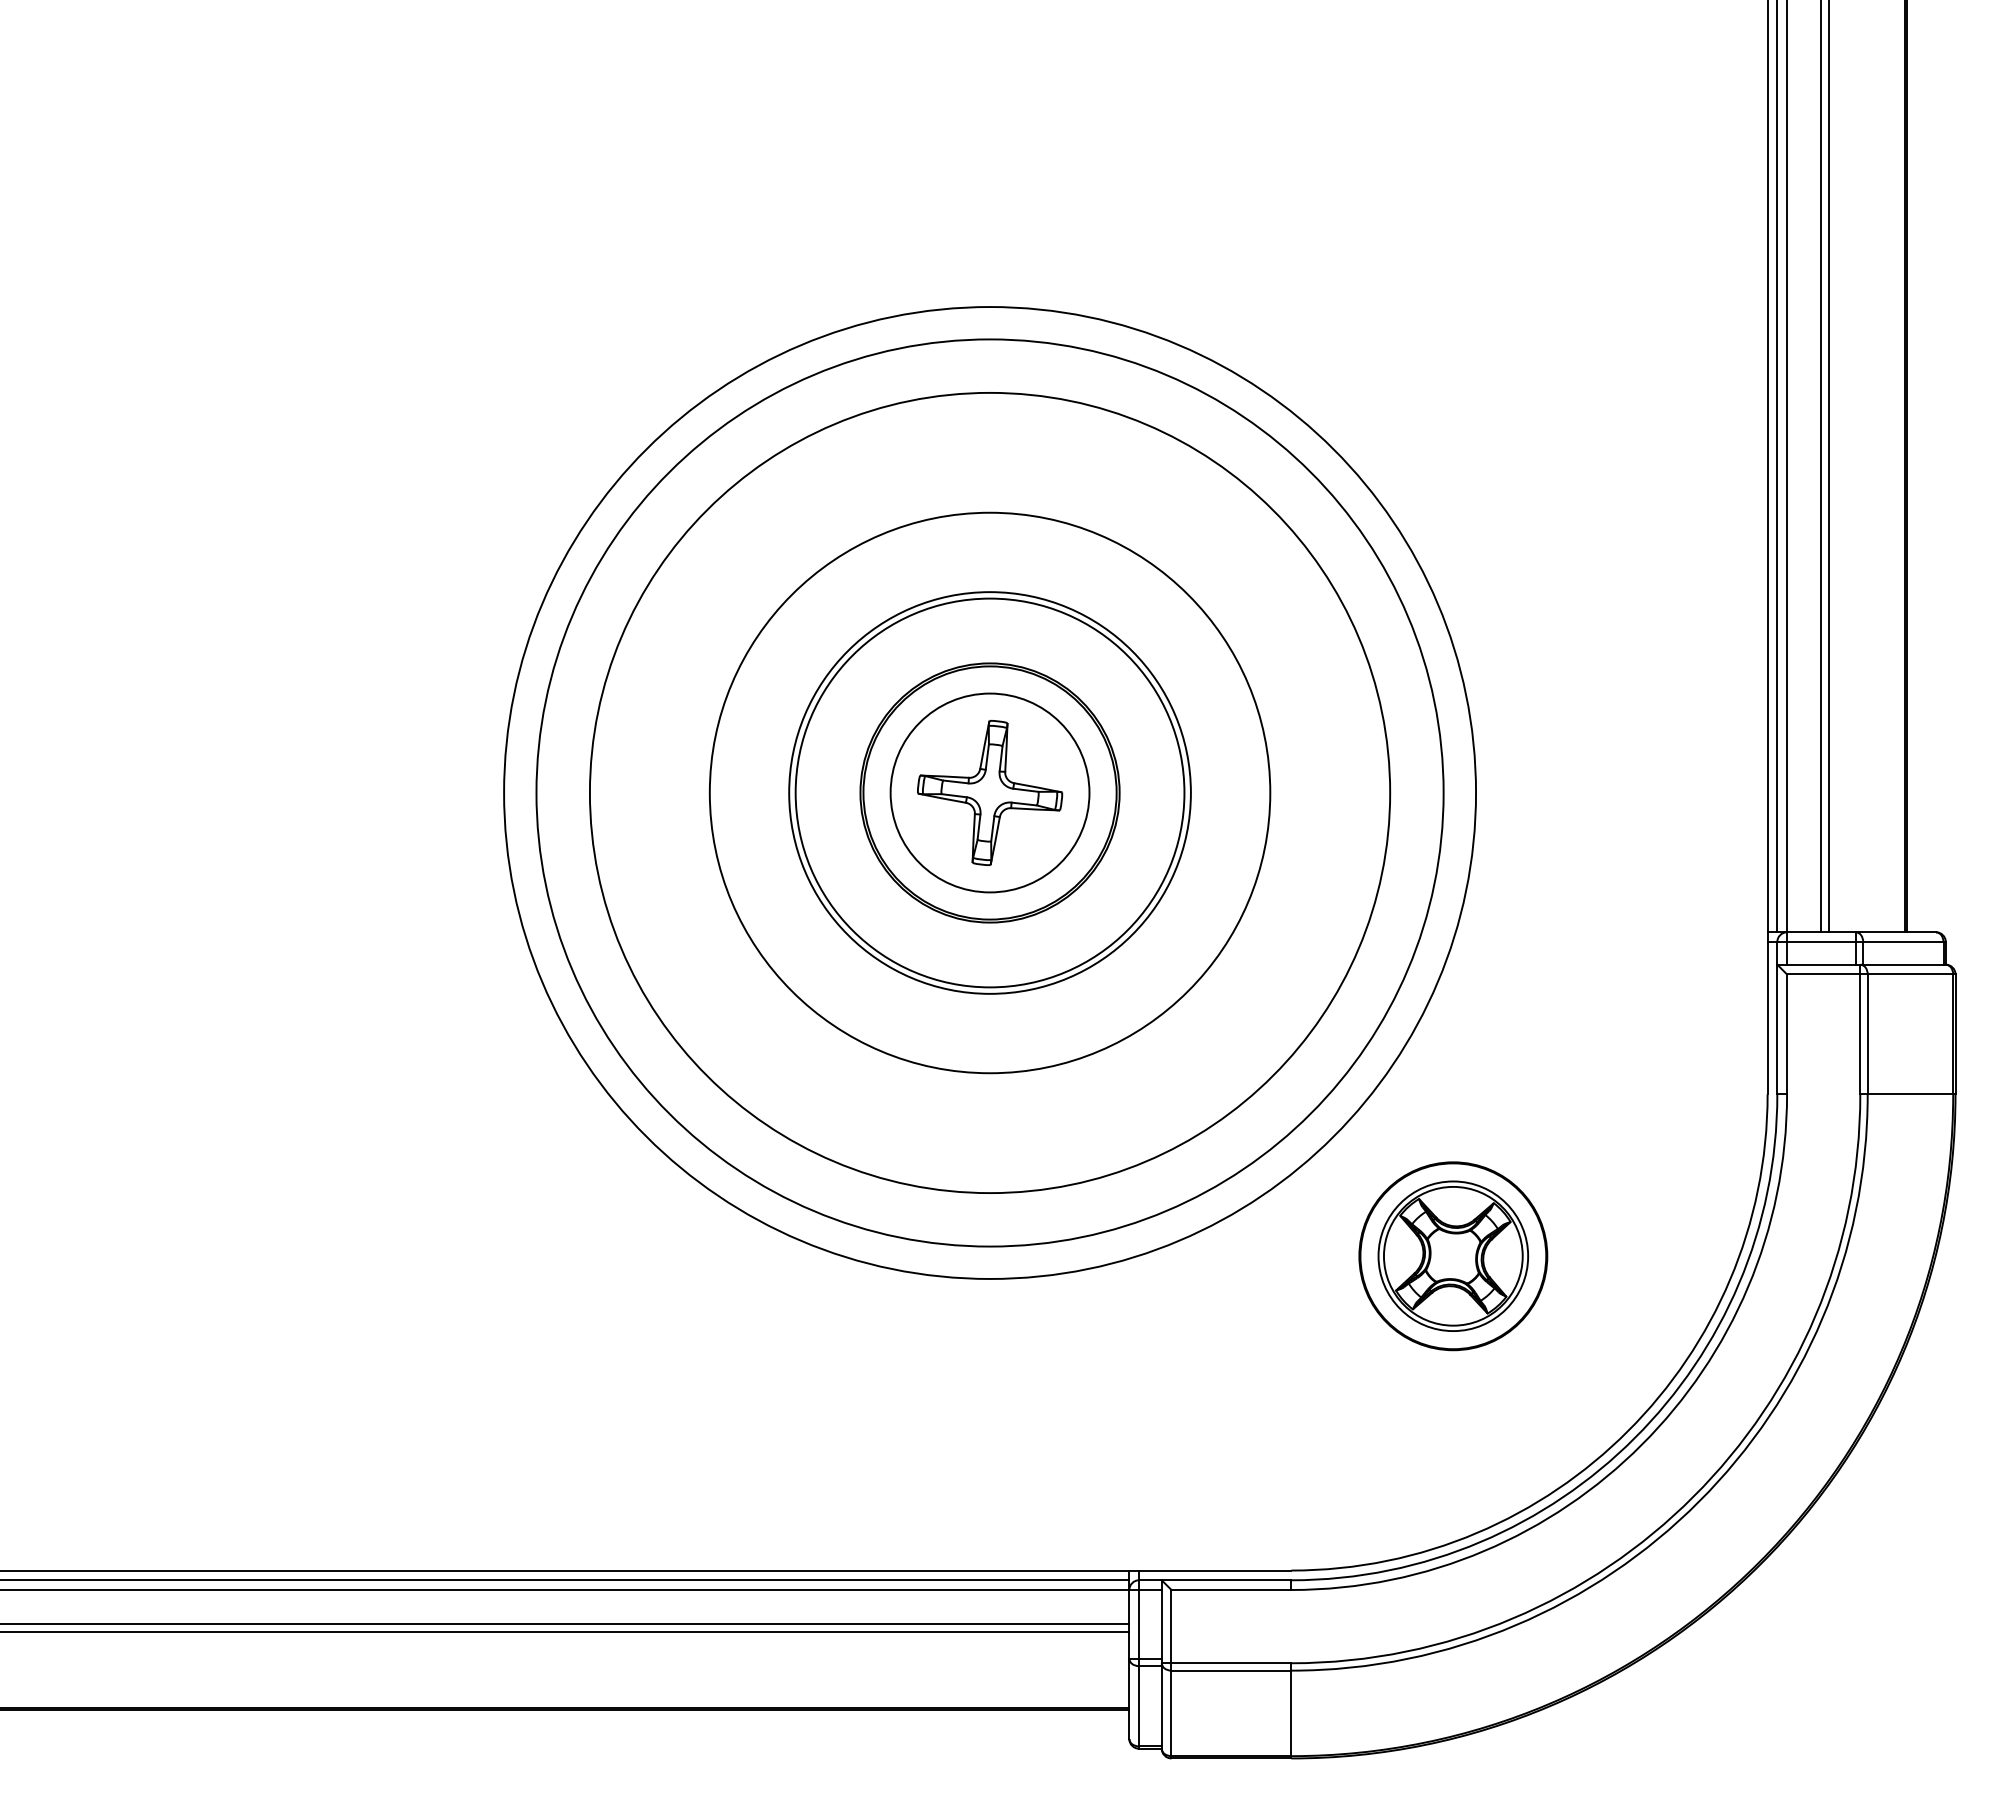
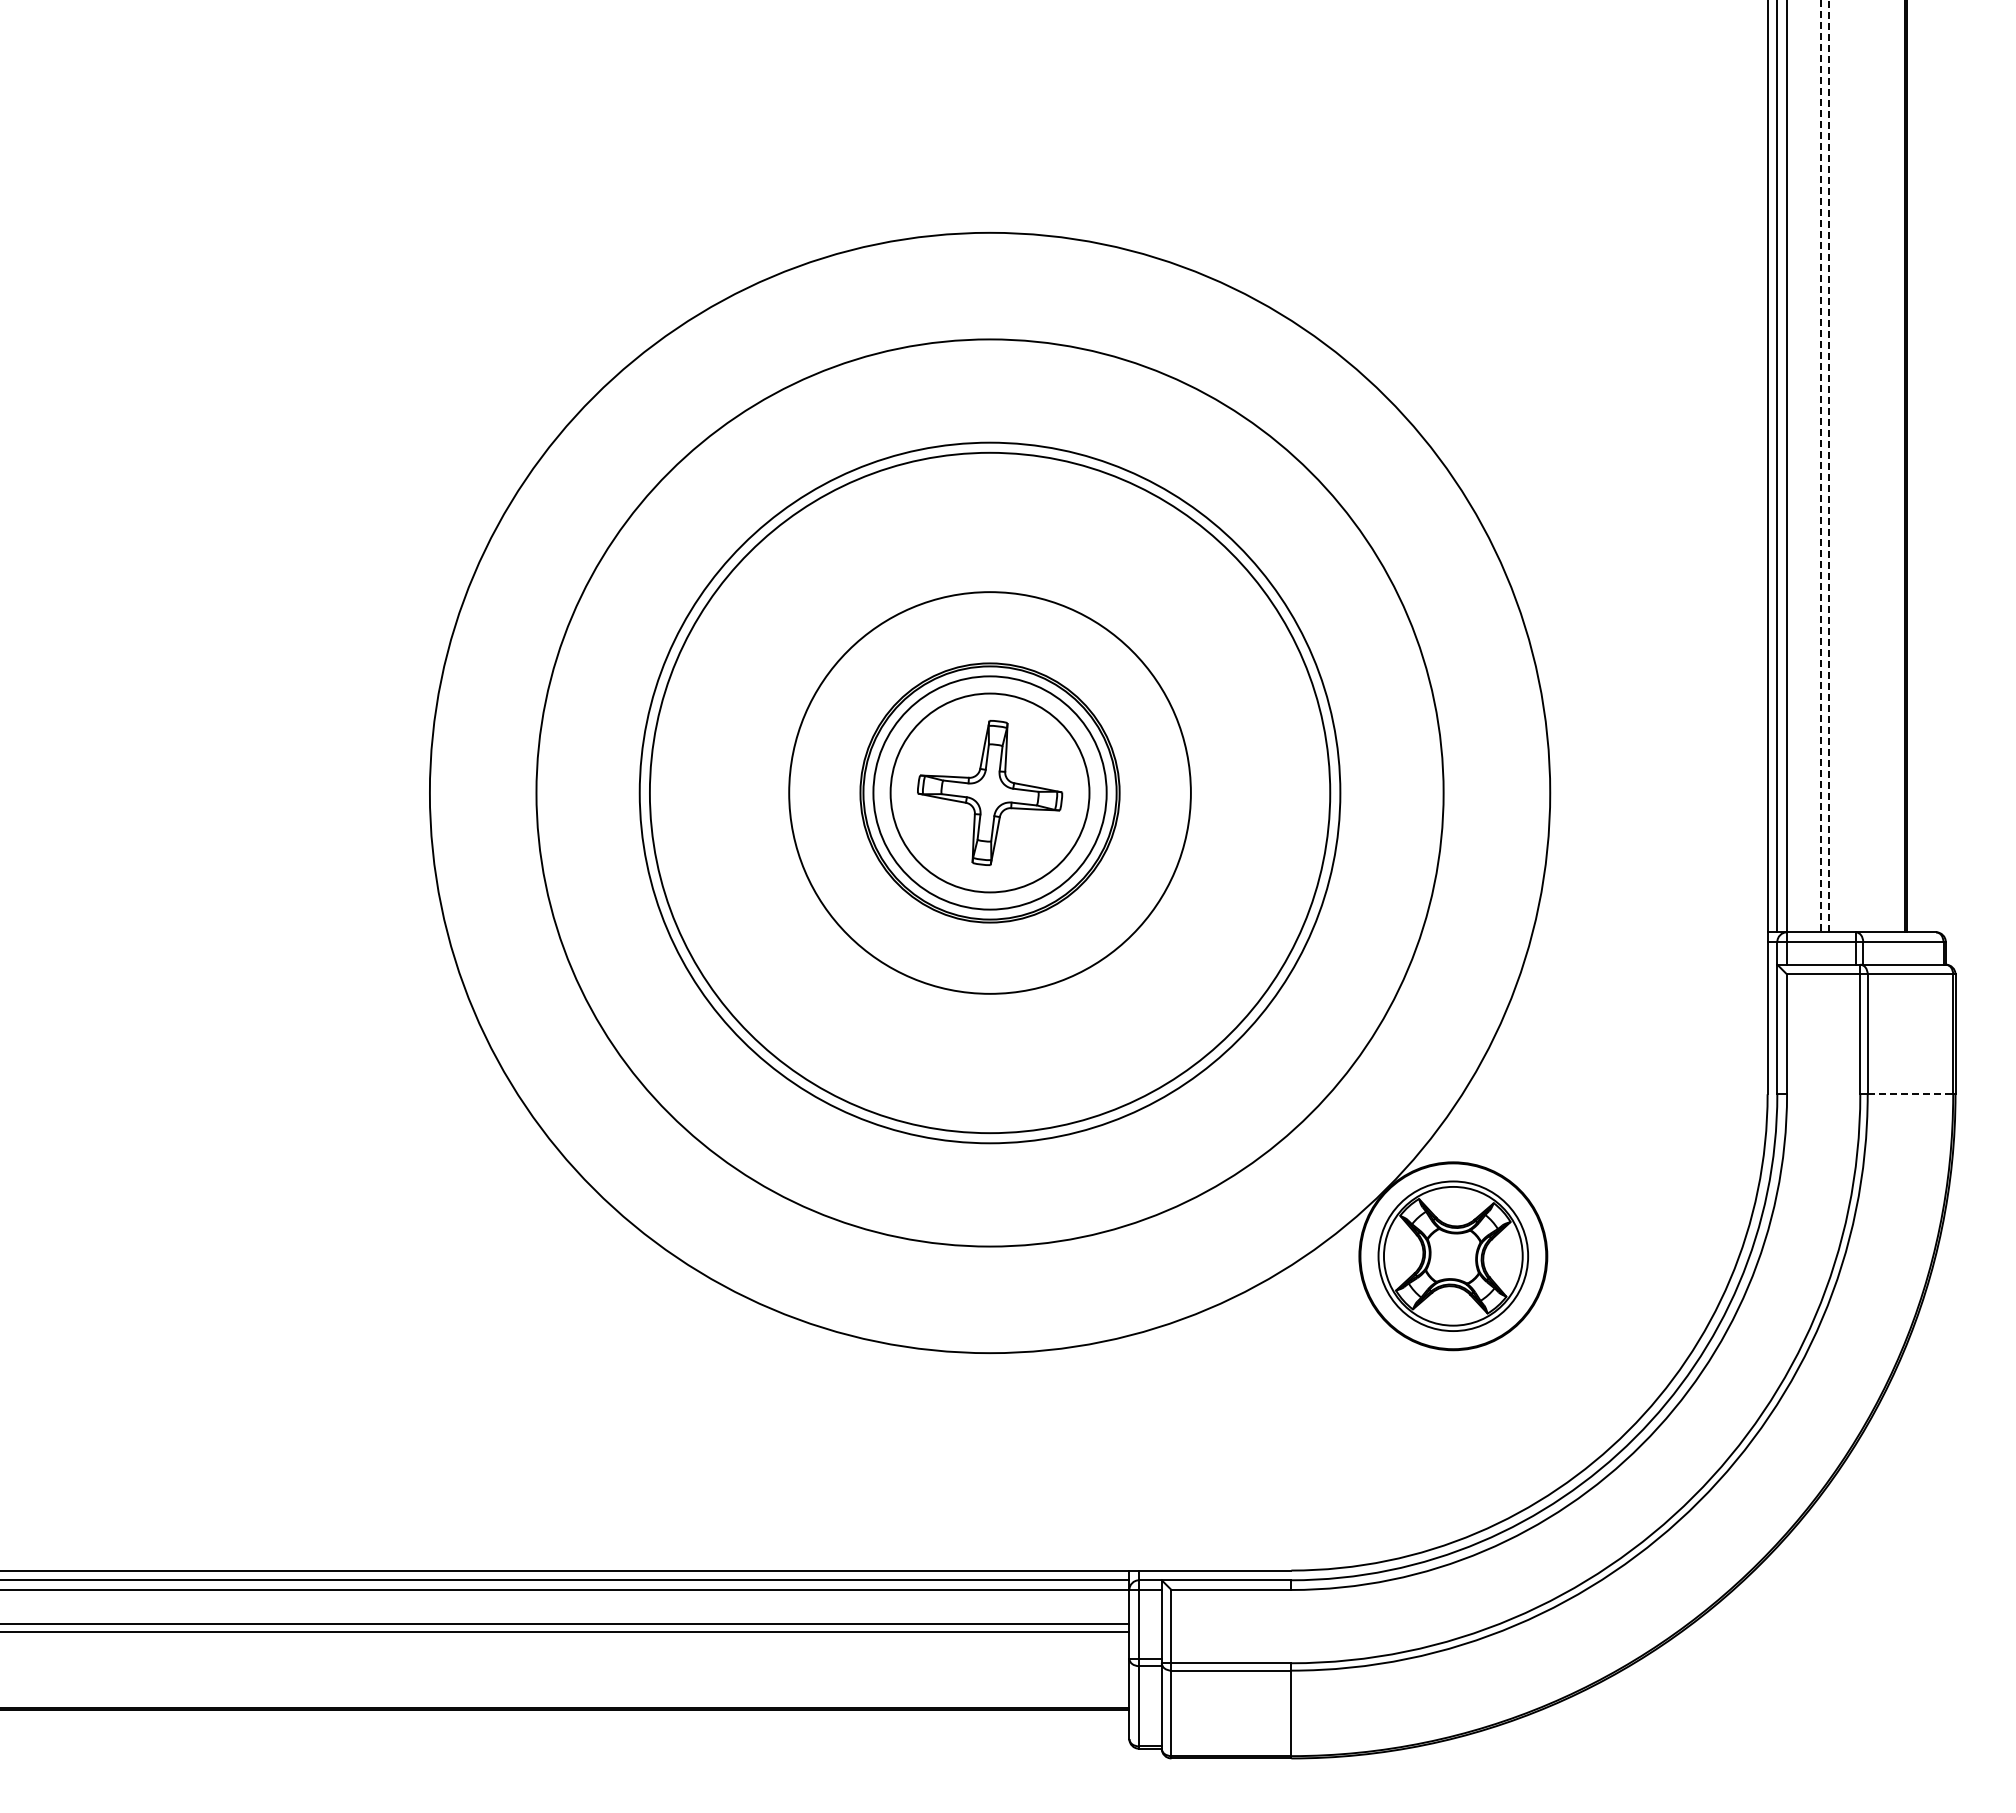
line at (1821, 466): solid -> dashed
line at (1828, 466): solid -> dashed
circle at (989, 792) diameter: 389 px -> 233 px
circle at (989, 792) diameter: 560 px -> 701 px
circle at (989, 792) diameter: 800 px -> 1120 px
circle at (990, 792) diameter: 972 px -> 680 px
line at (1910, 1094): solid -> dashed
